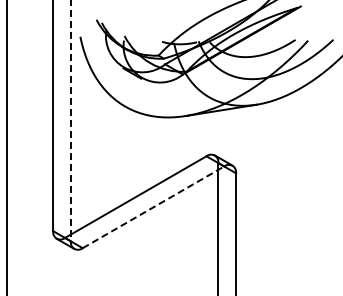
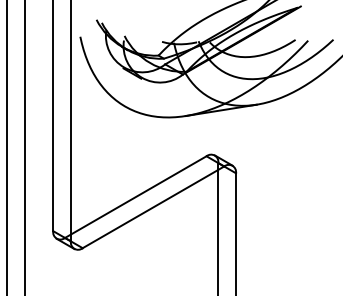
line at (70, 121): dashed -> solid
line at (24, 147): none -> present
line at (153, 207): dashed -> solid
